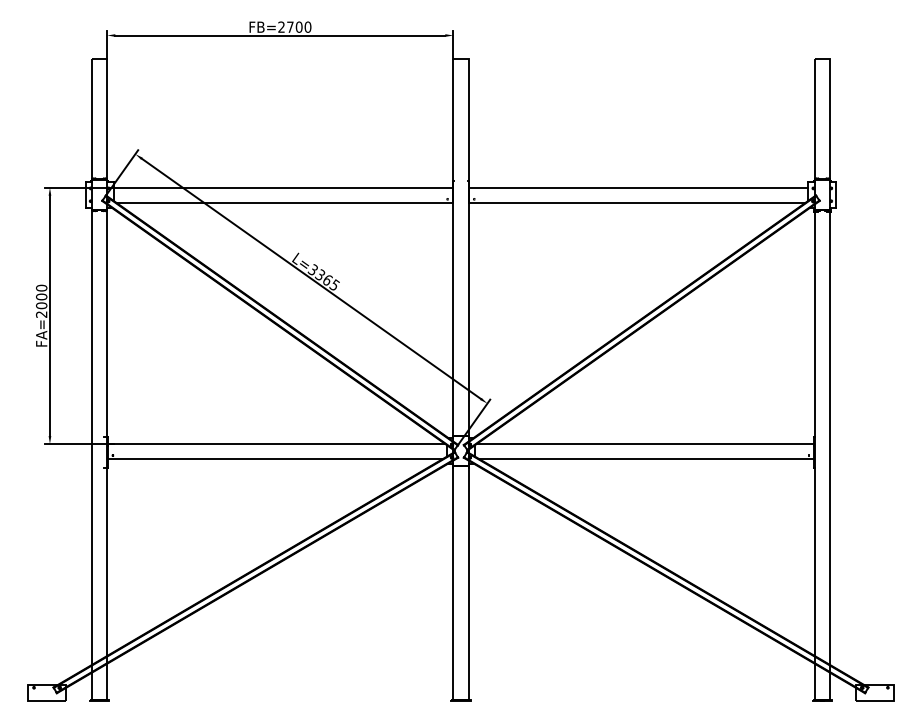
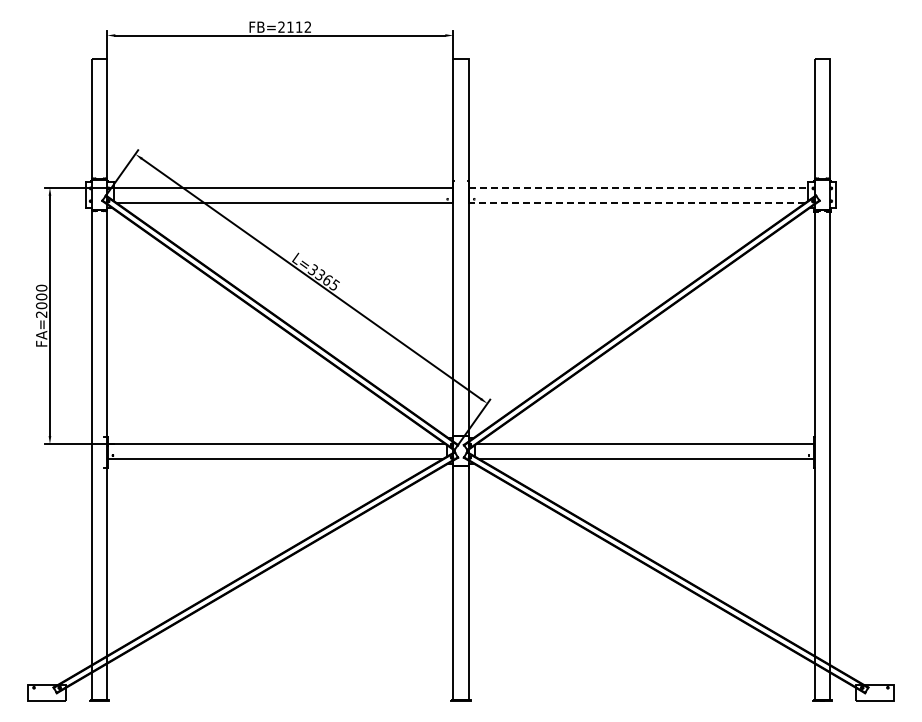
text at (299, 26): FB=2700 -> FB=2112
line at (638, 187): solid -> dashed
line at (637, 203): solid -> dashed
